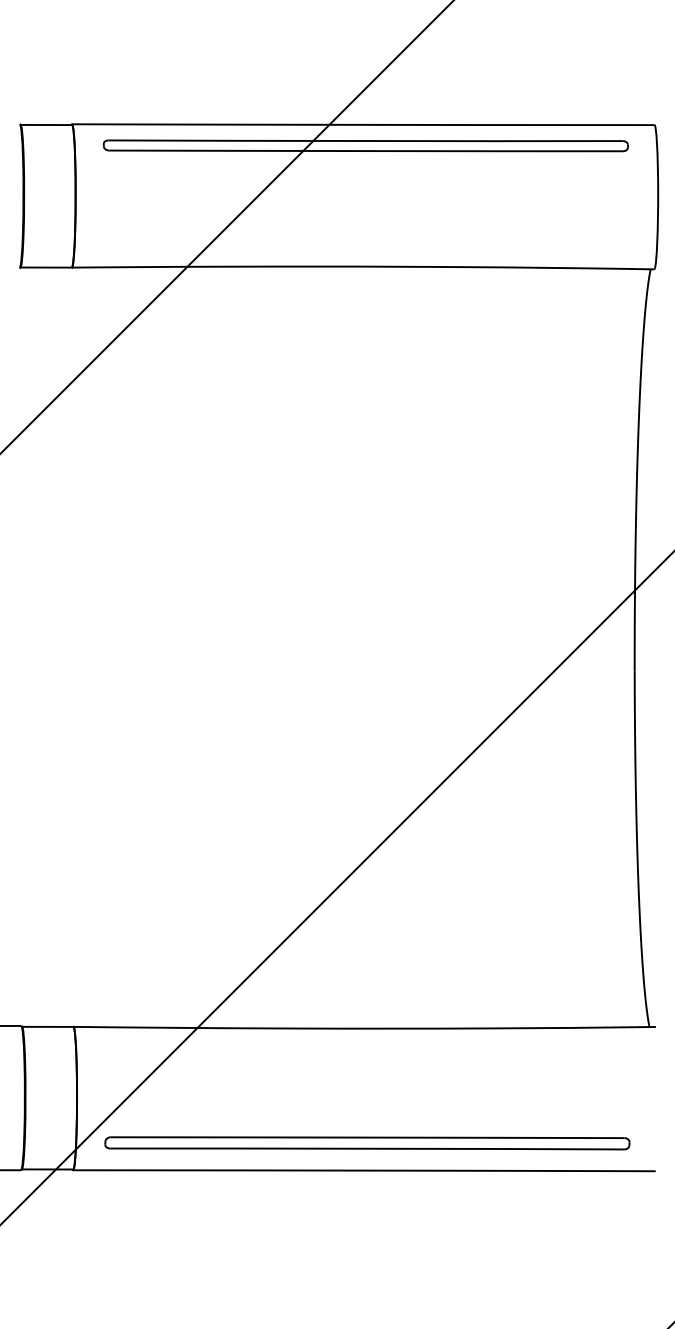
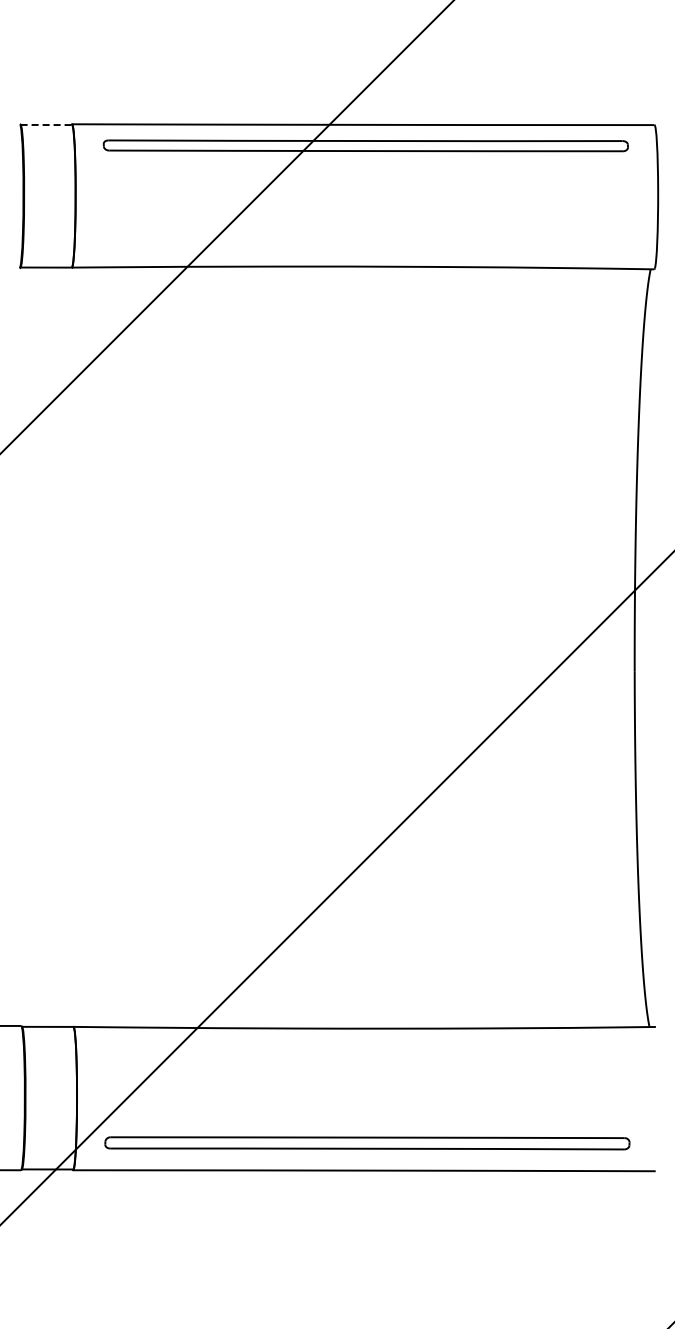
line at (46, 125): solid -> dashed
